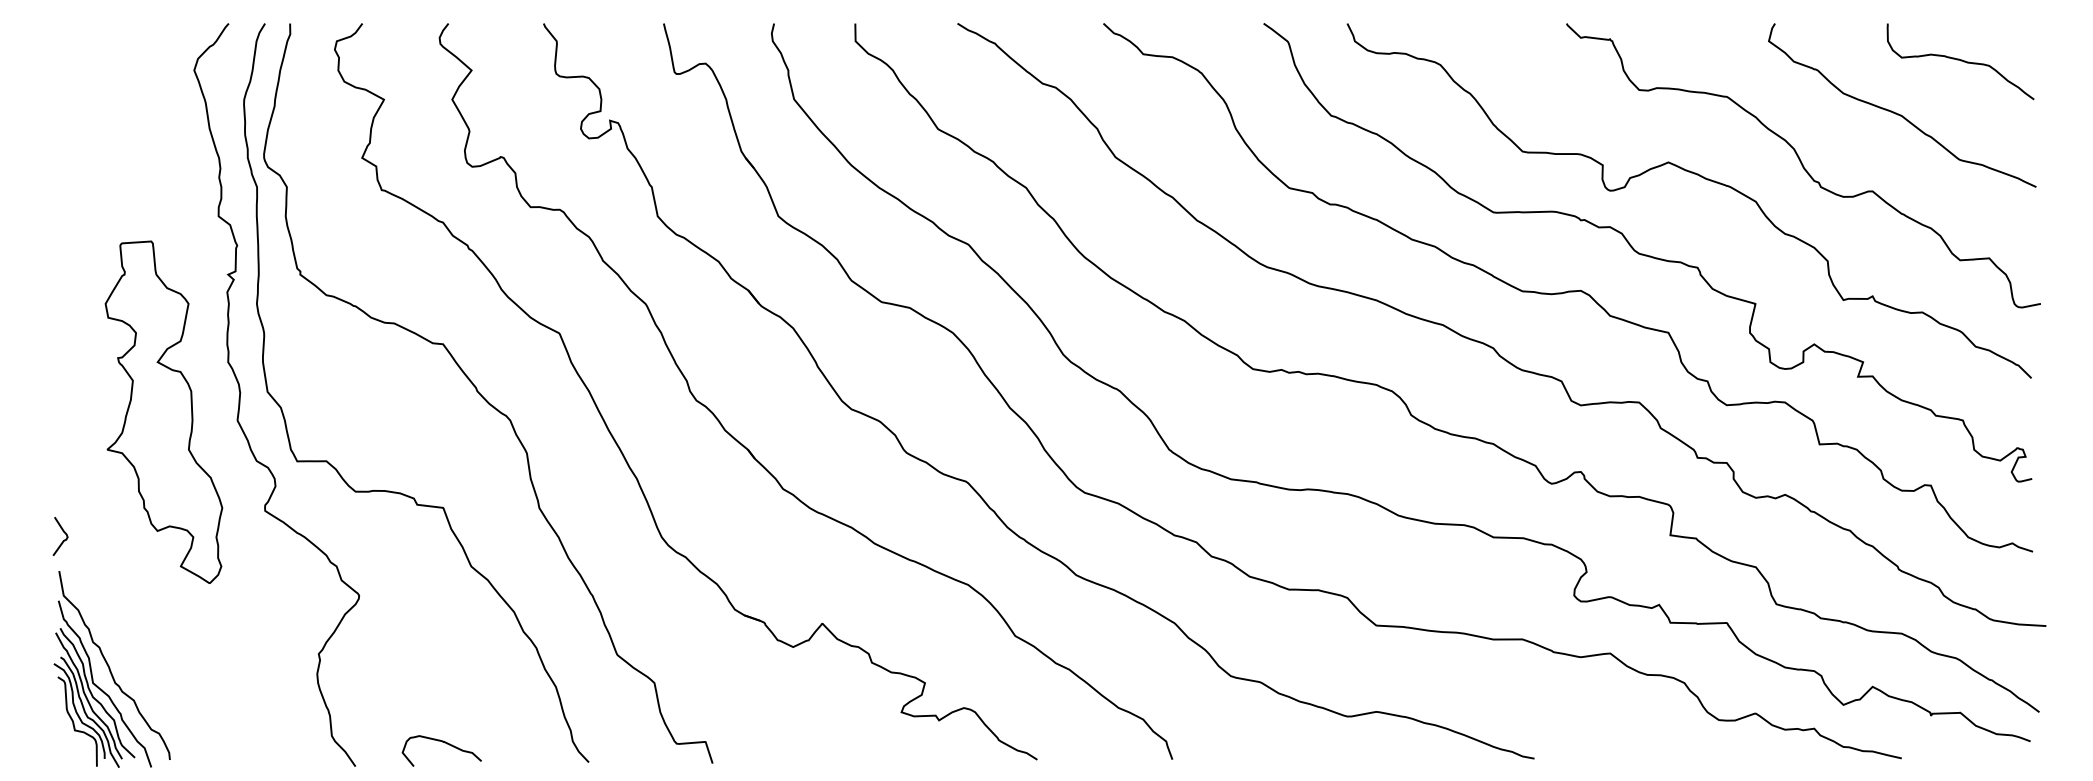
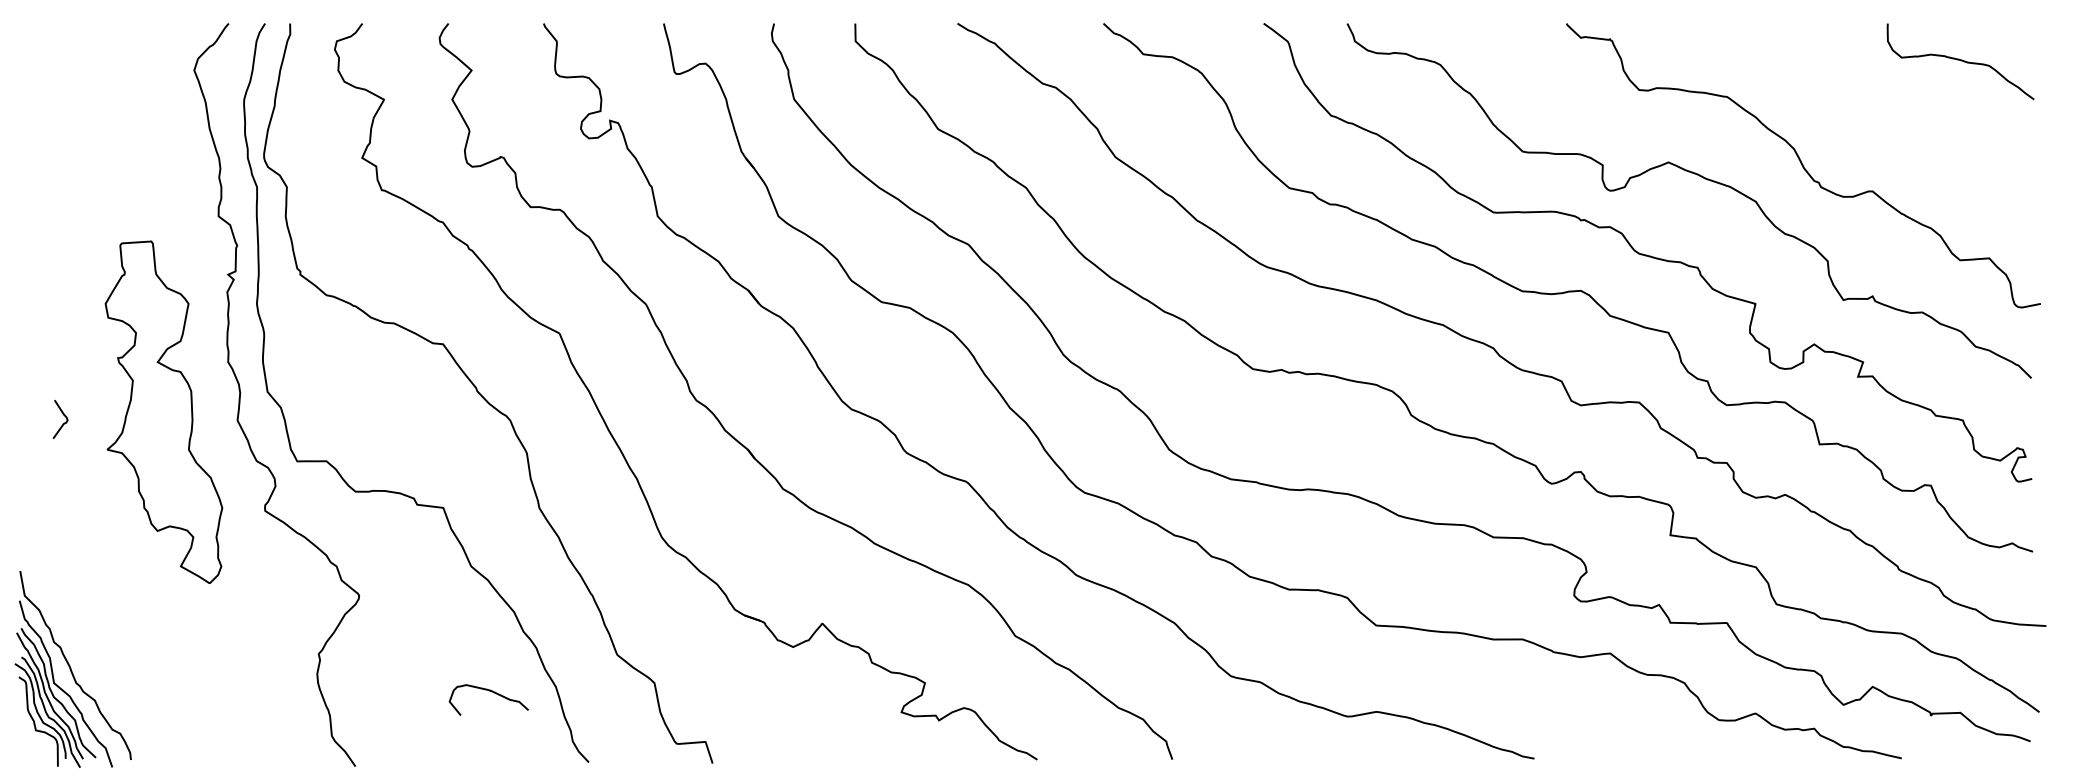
curve at (1898, 113): present -> none
curve at (62, 540) position: (62, 540) -> (62, 423)
part at (111, 669) position: (111, 669) -> (72, 669)
curve at (444, 743) position: (444, 743) -> (491, 692)
